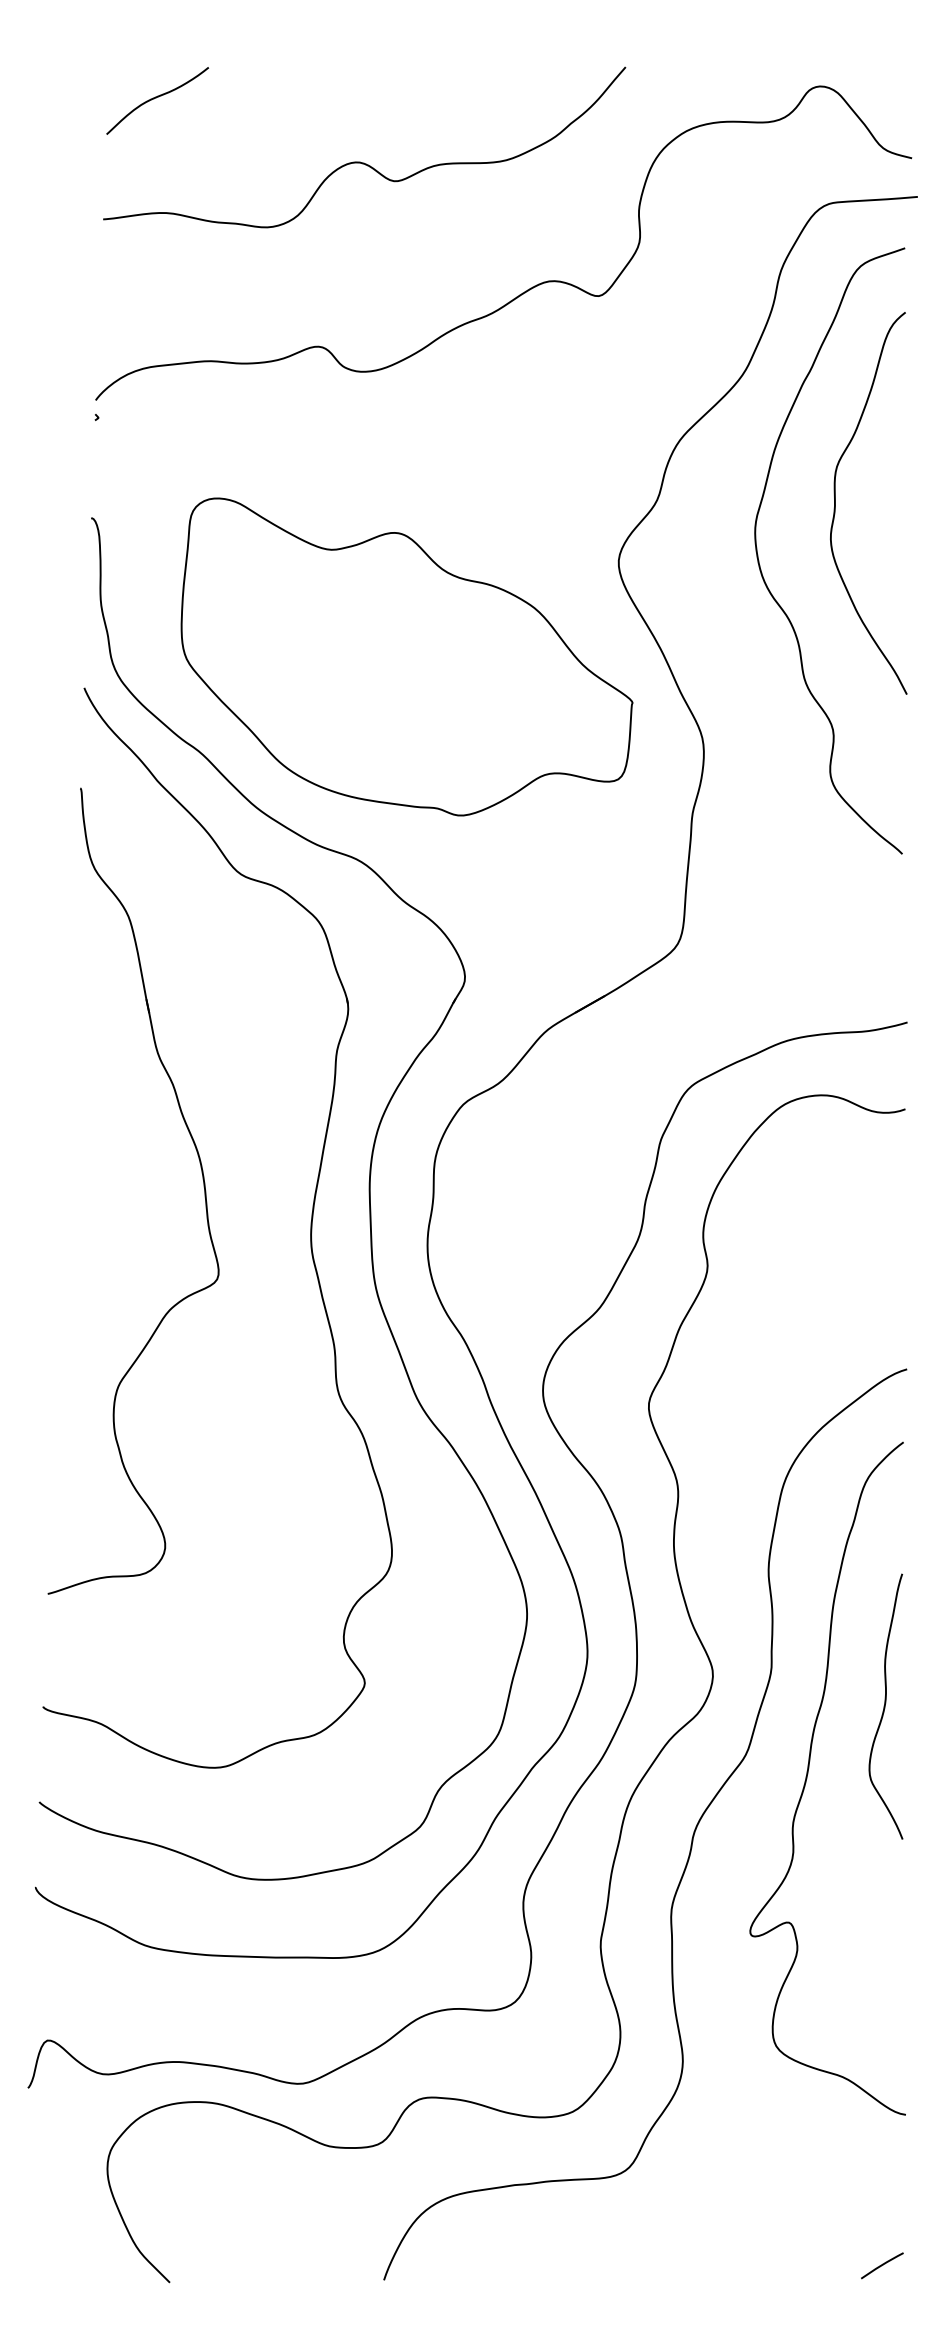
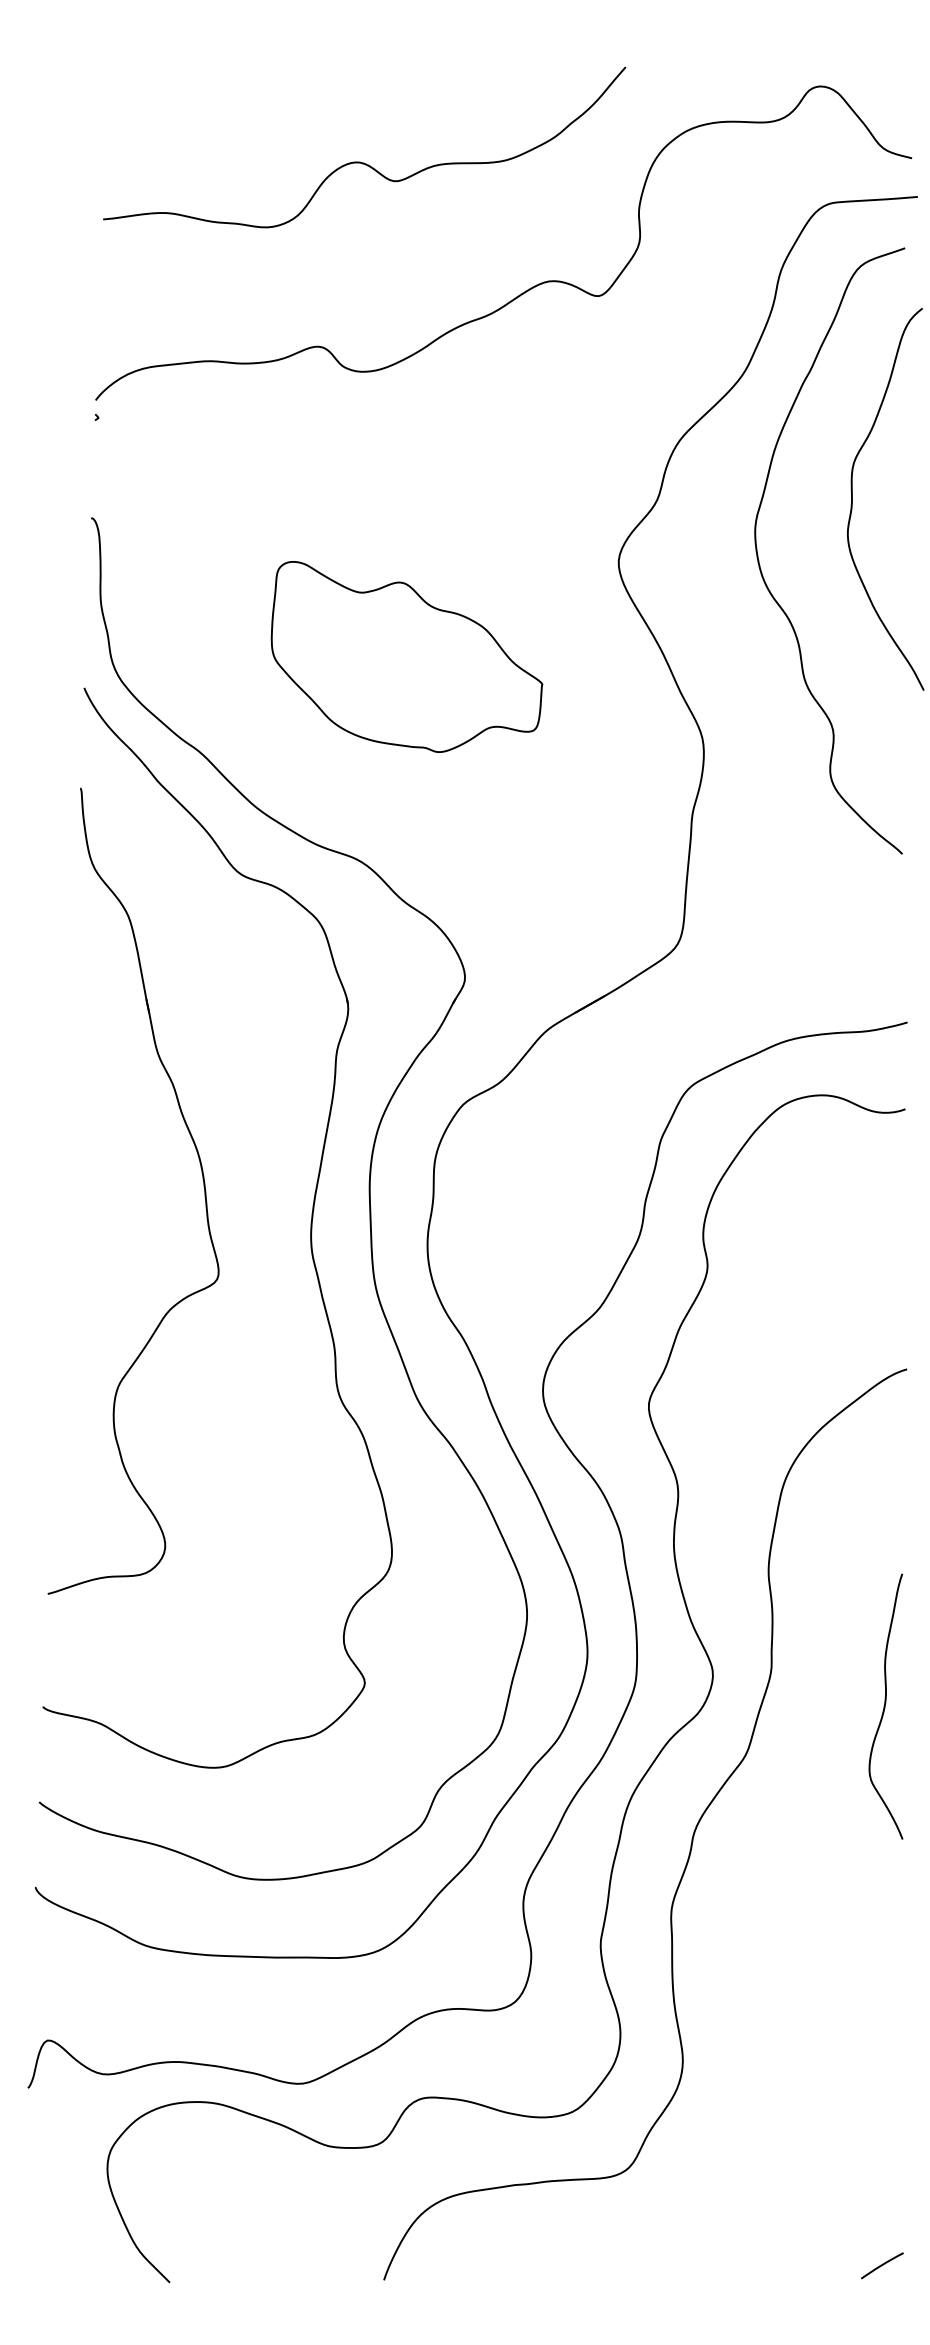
curve at (156, 98): present -> none
curve at (835, 503) position: (835, 503) -> (852, 499)
part at (406, 656) size: 454x320 px -> 274x192 px
curve at (808, 1774): present -> none
